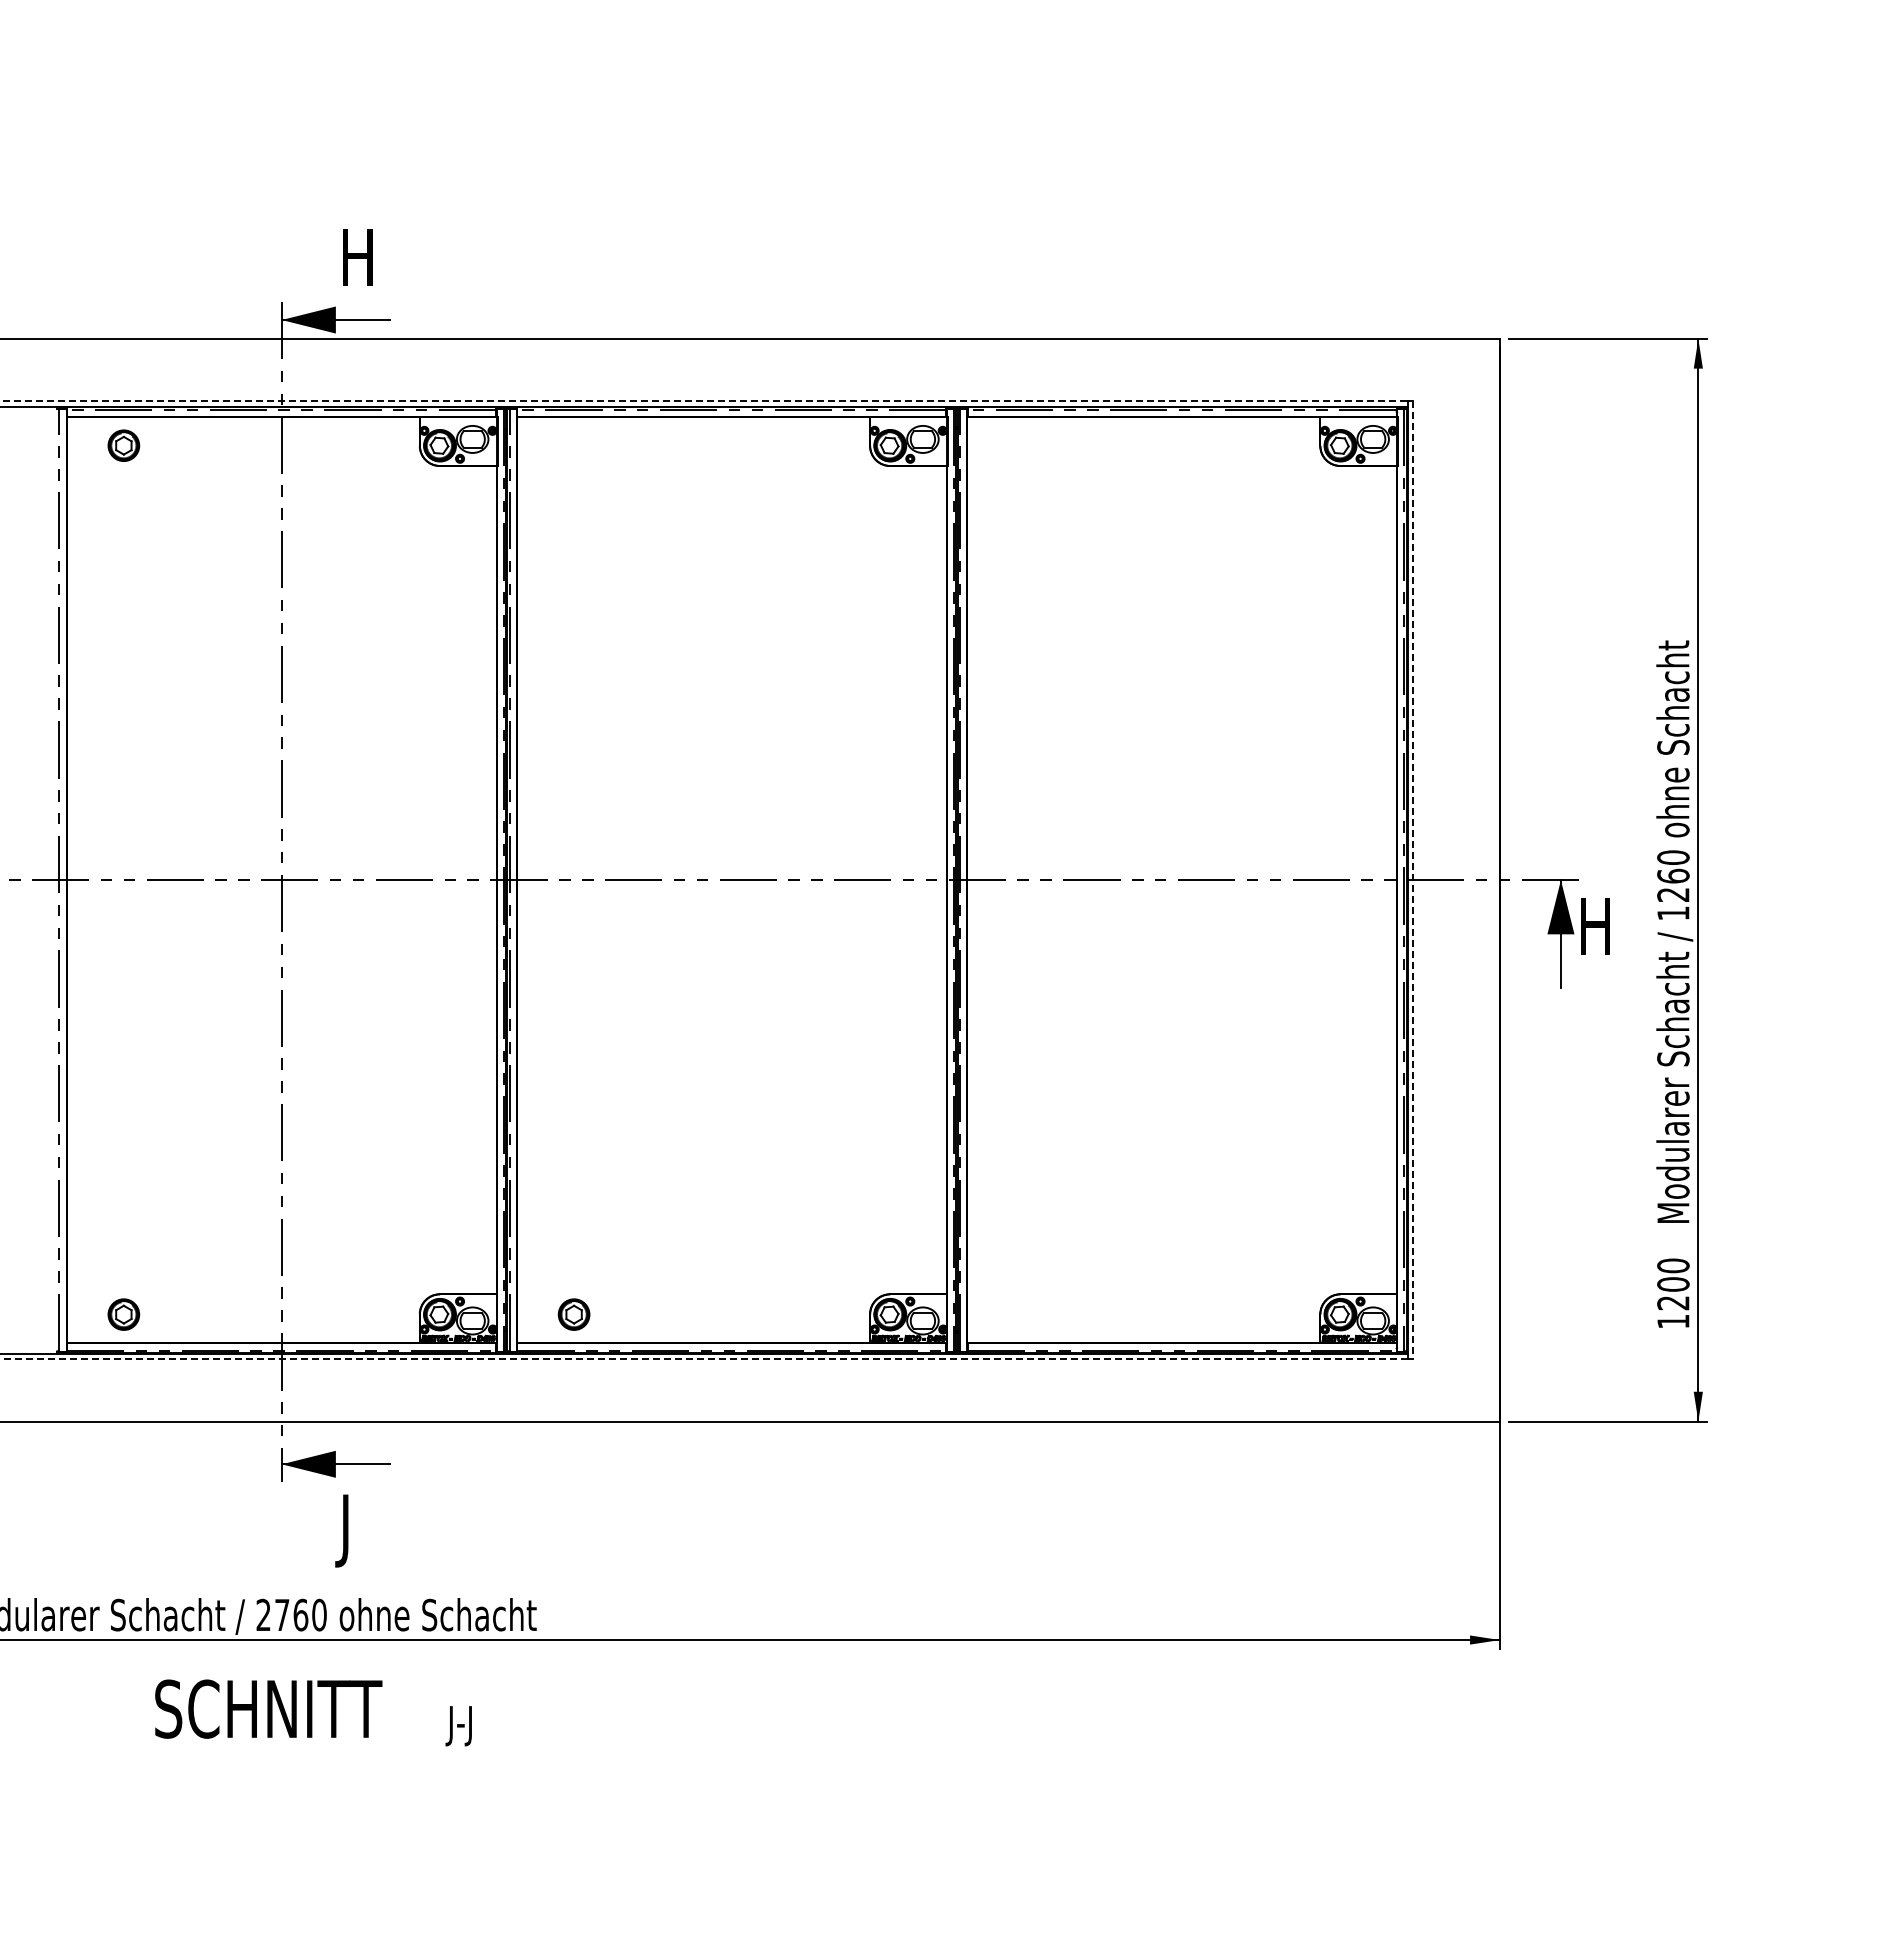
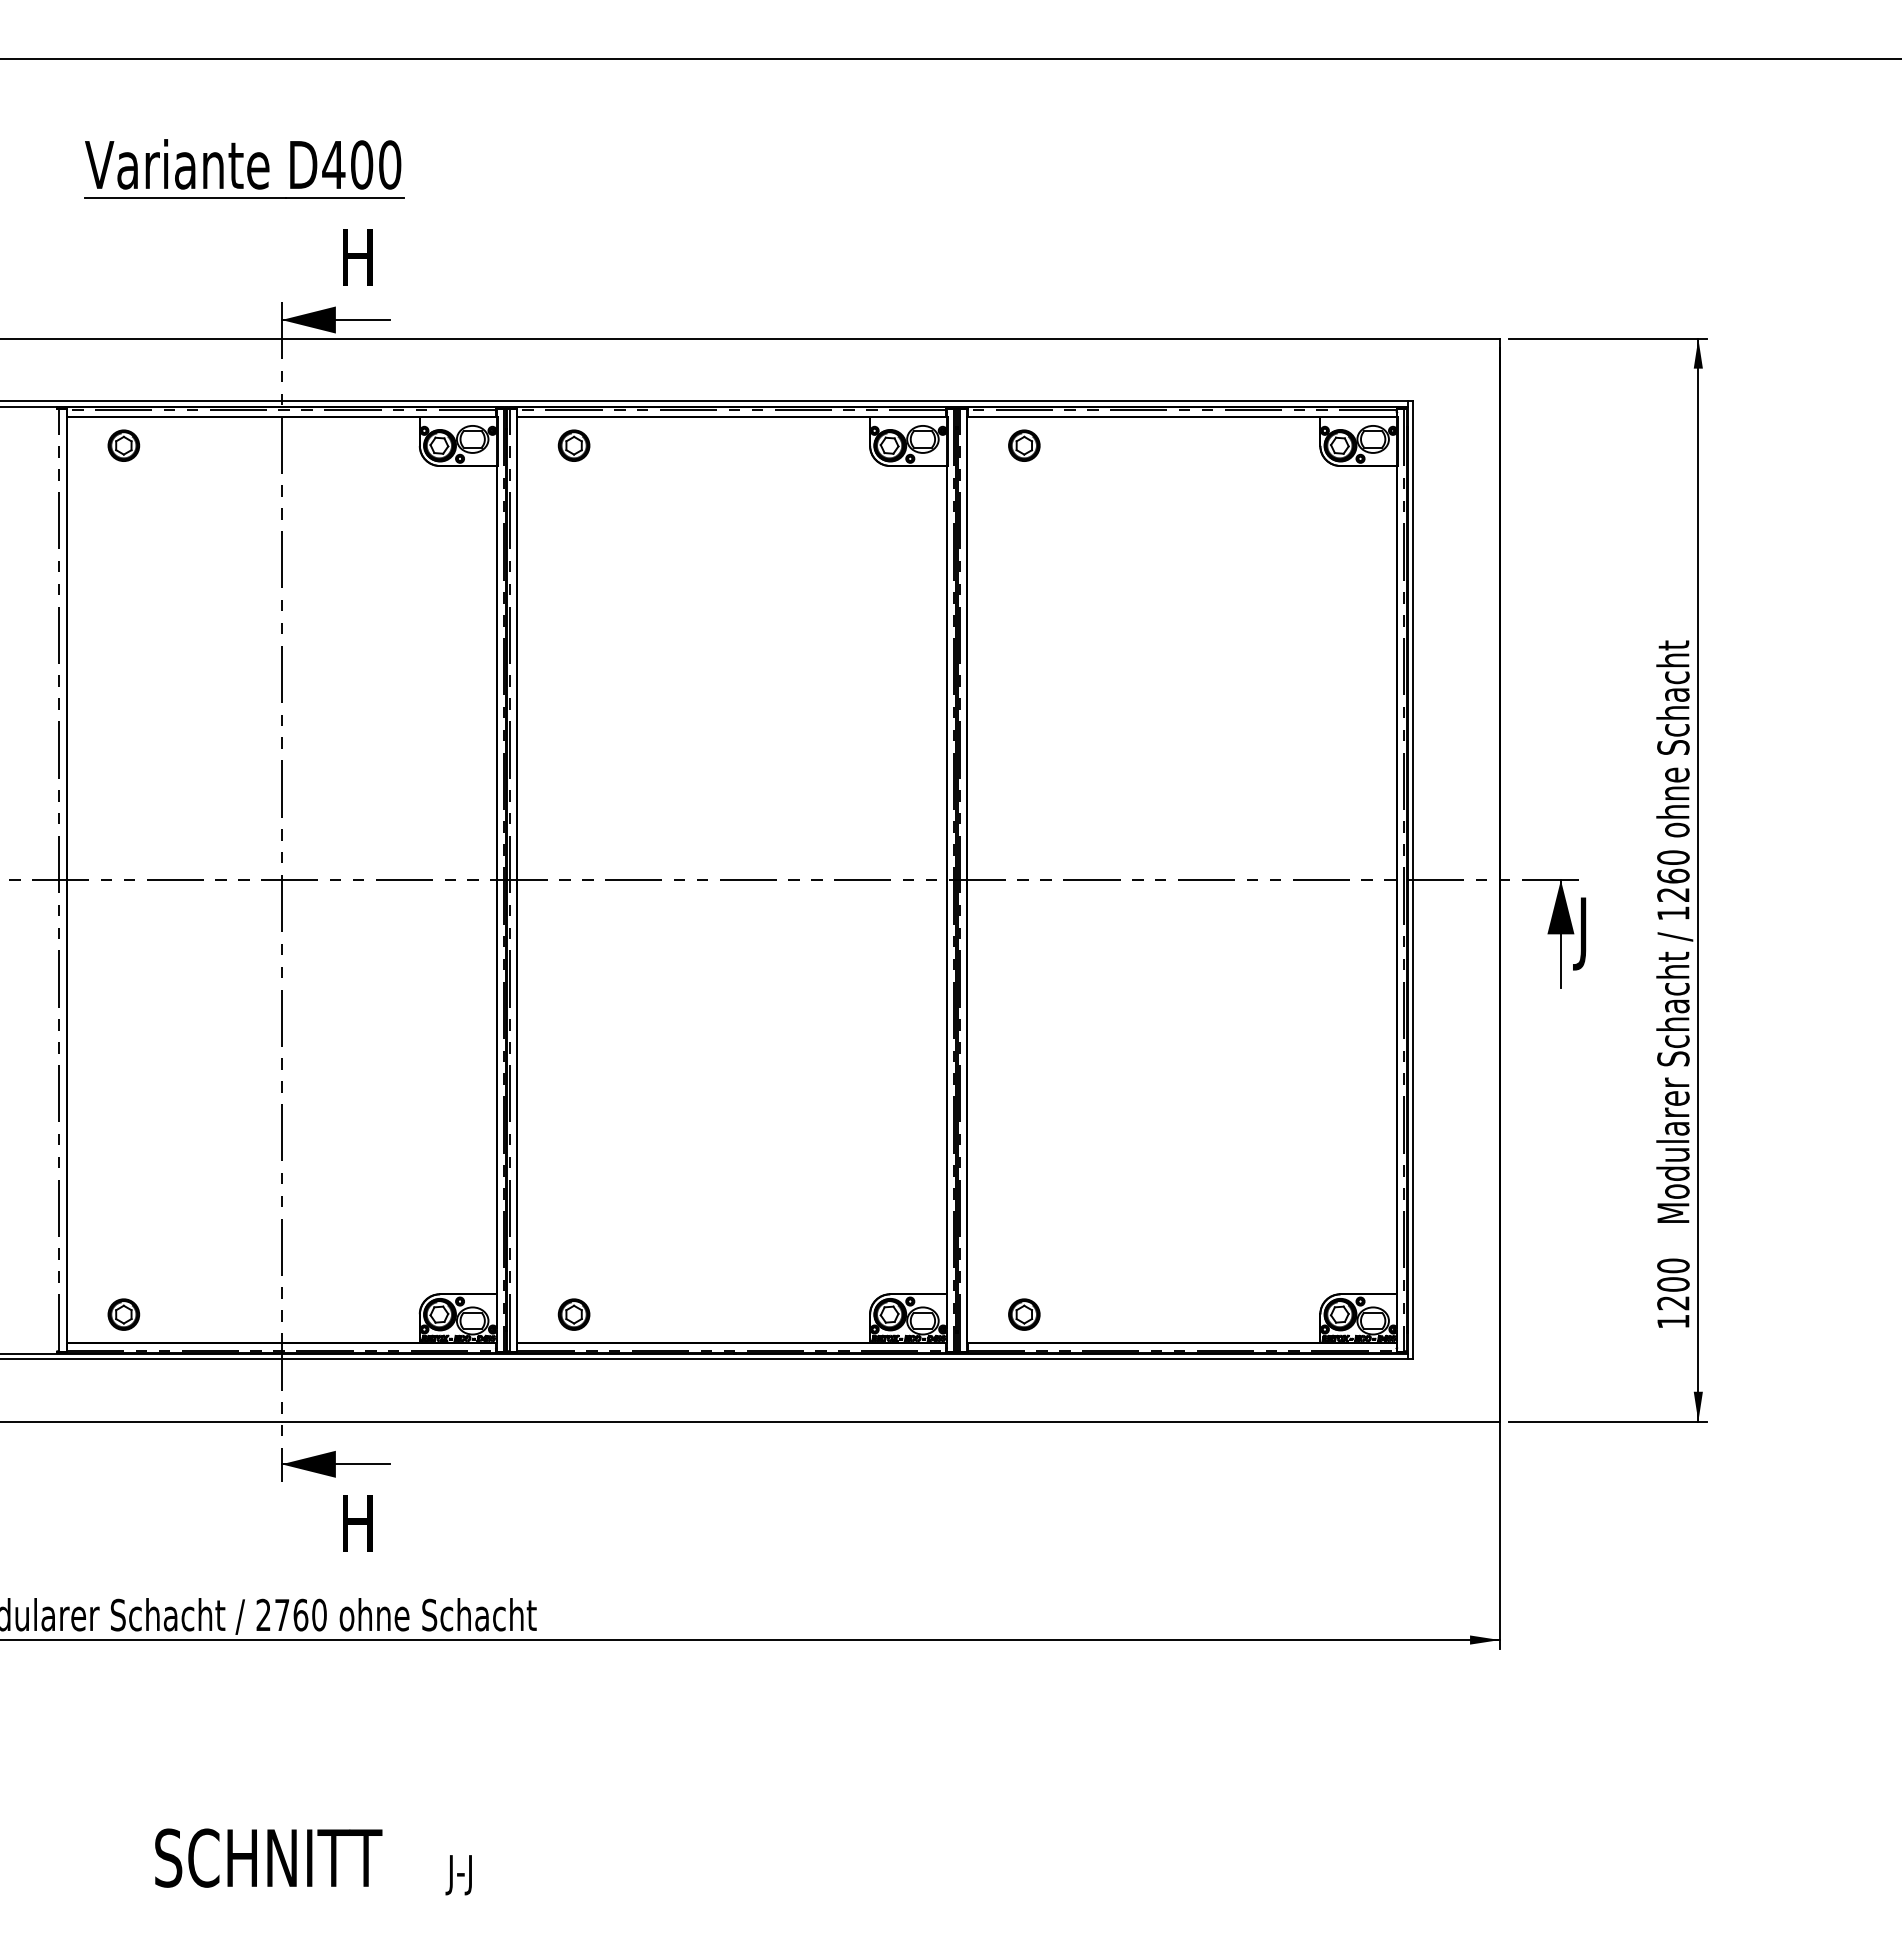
line at (950, 58): none -> present
part at (244, 168): none -> present
line at (704, 401): dashed -> solid
part at (573, 445): none -> present
part at (1024, 445): none -> present
line at (1413, 880): dashed -> solid
text at (1591, 933): H -> J
part at (1024, 1314): none -> present
line at (704, 1359): dashed -> solid
text at (353, 1530): J -> H
text at (313, 1712) position: (313, 1712) -> (313, 1861)
